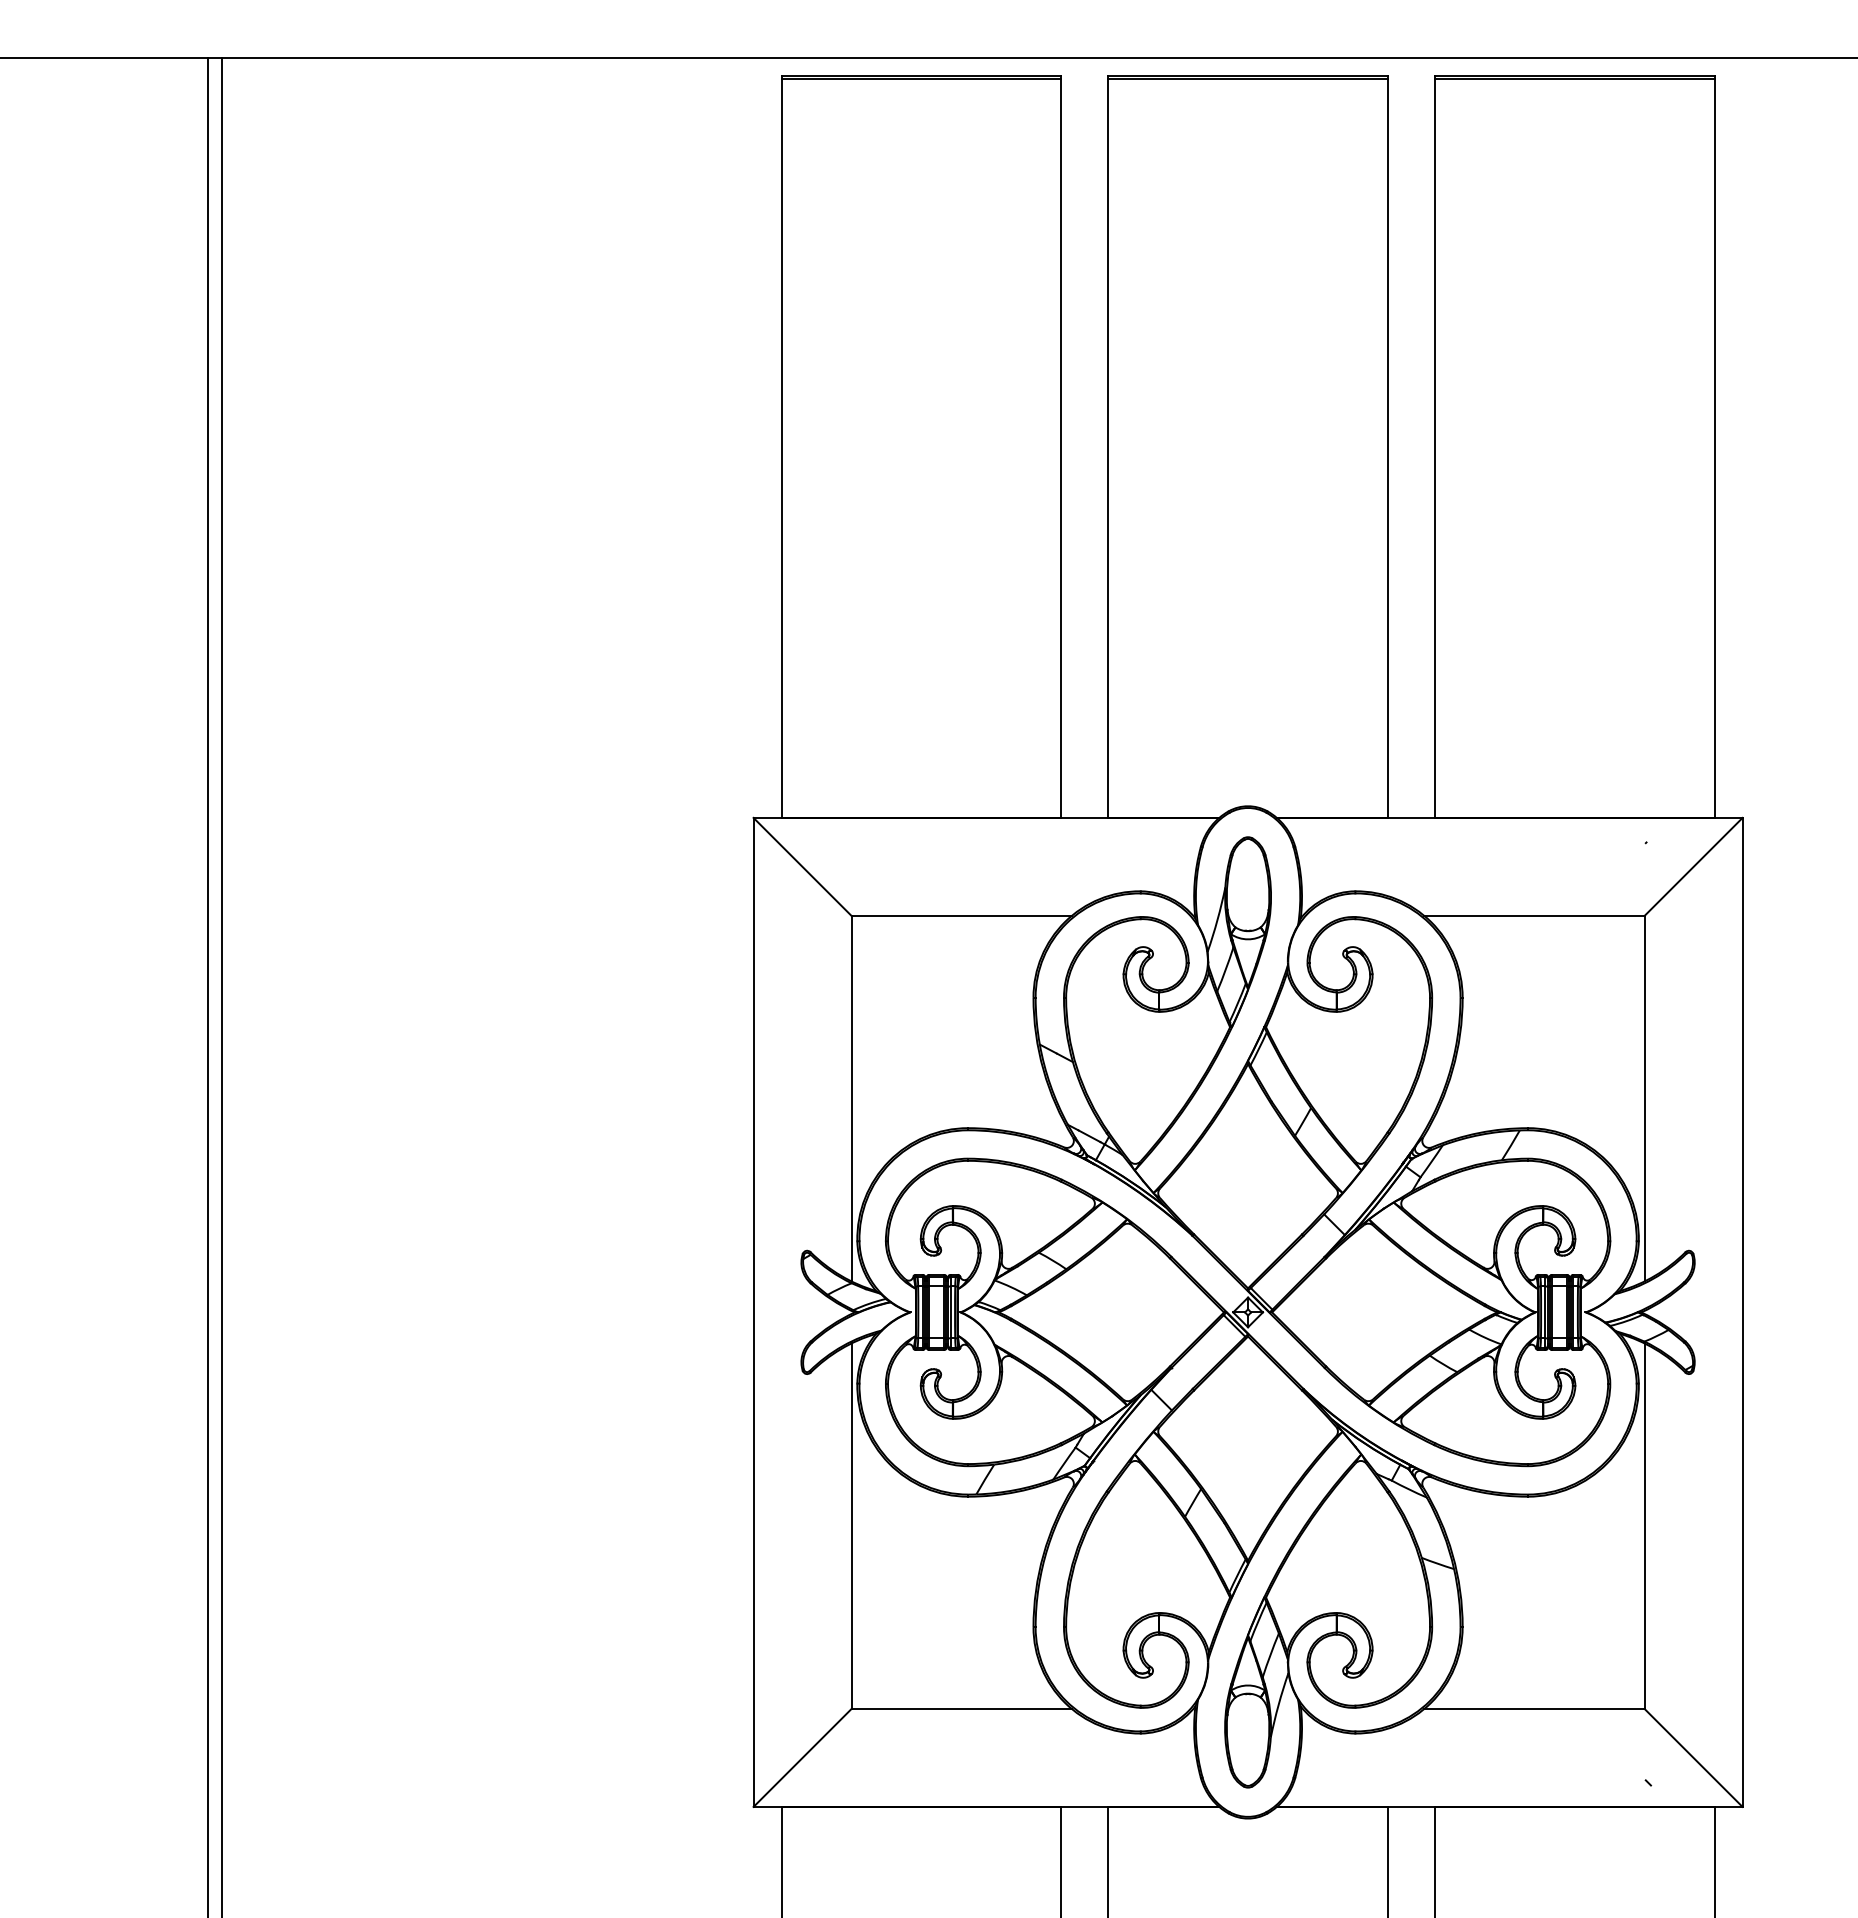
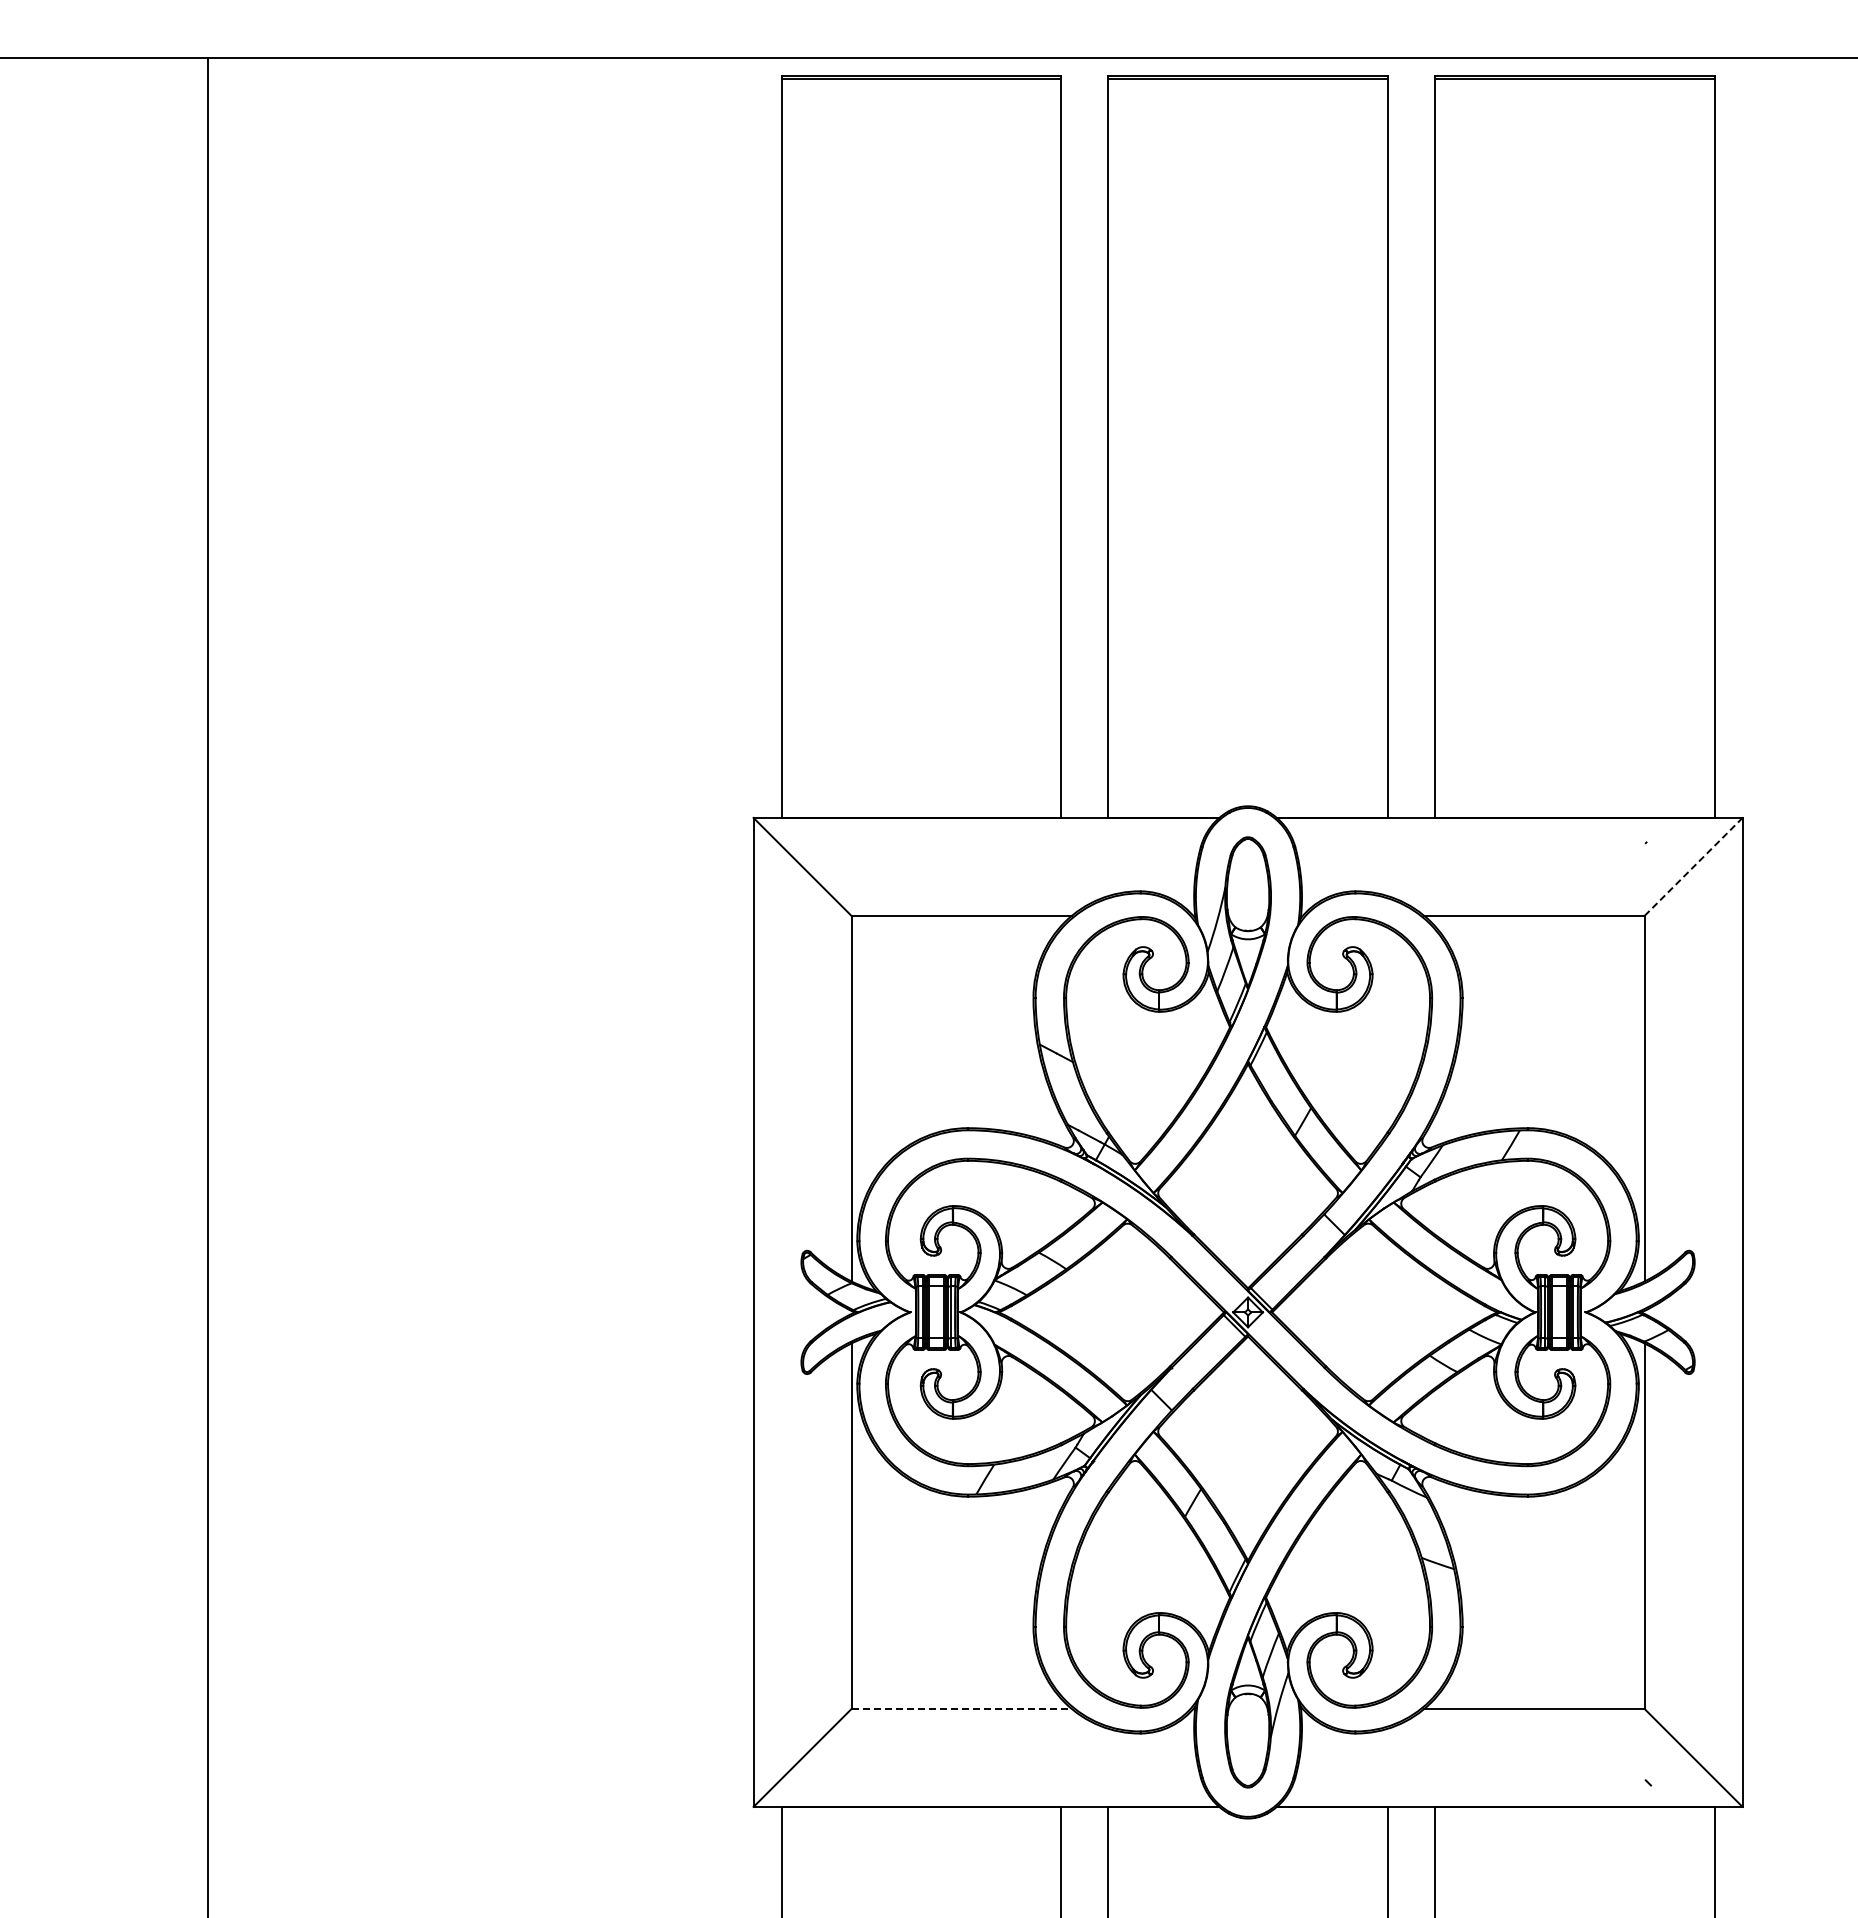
line at (1693, 866): solid -> dashed
line at (221, 985): present -> none
line at (962, 1708): solid -> dashed
